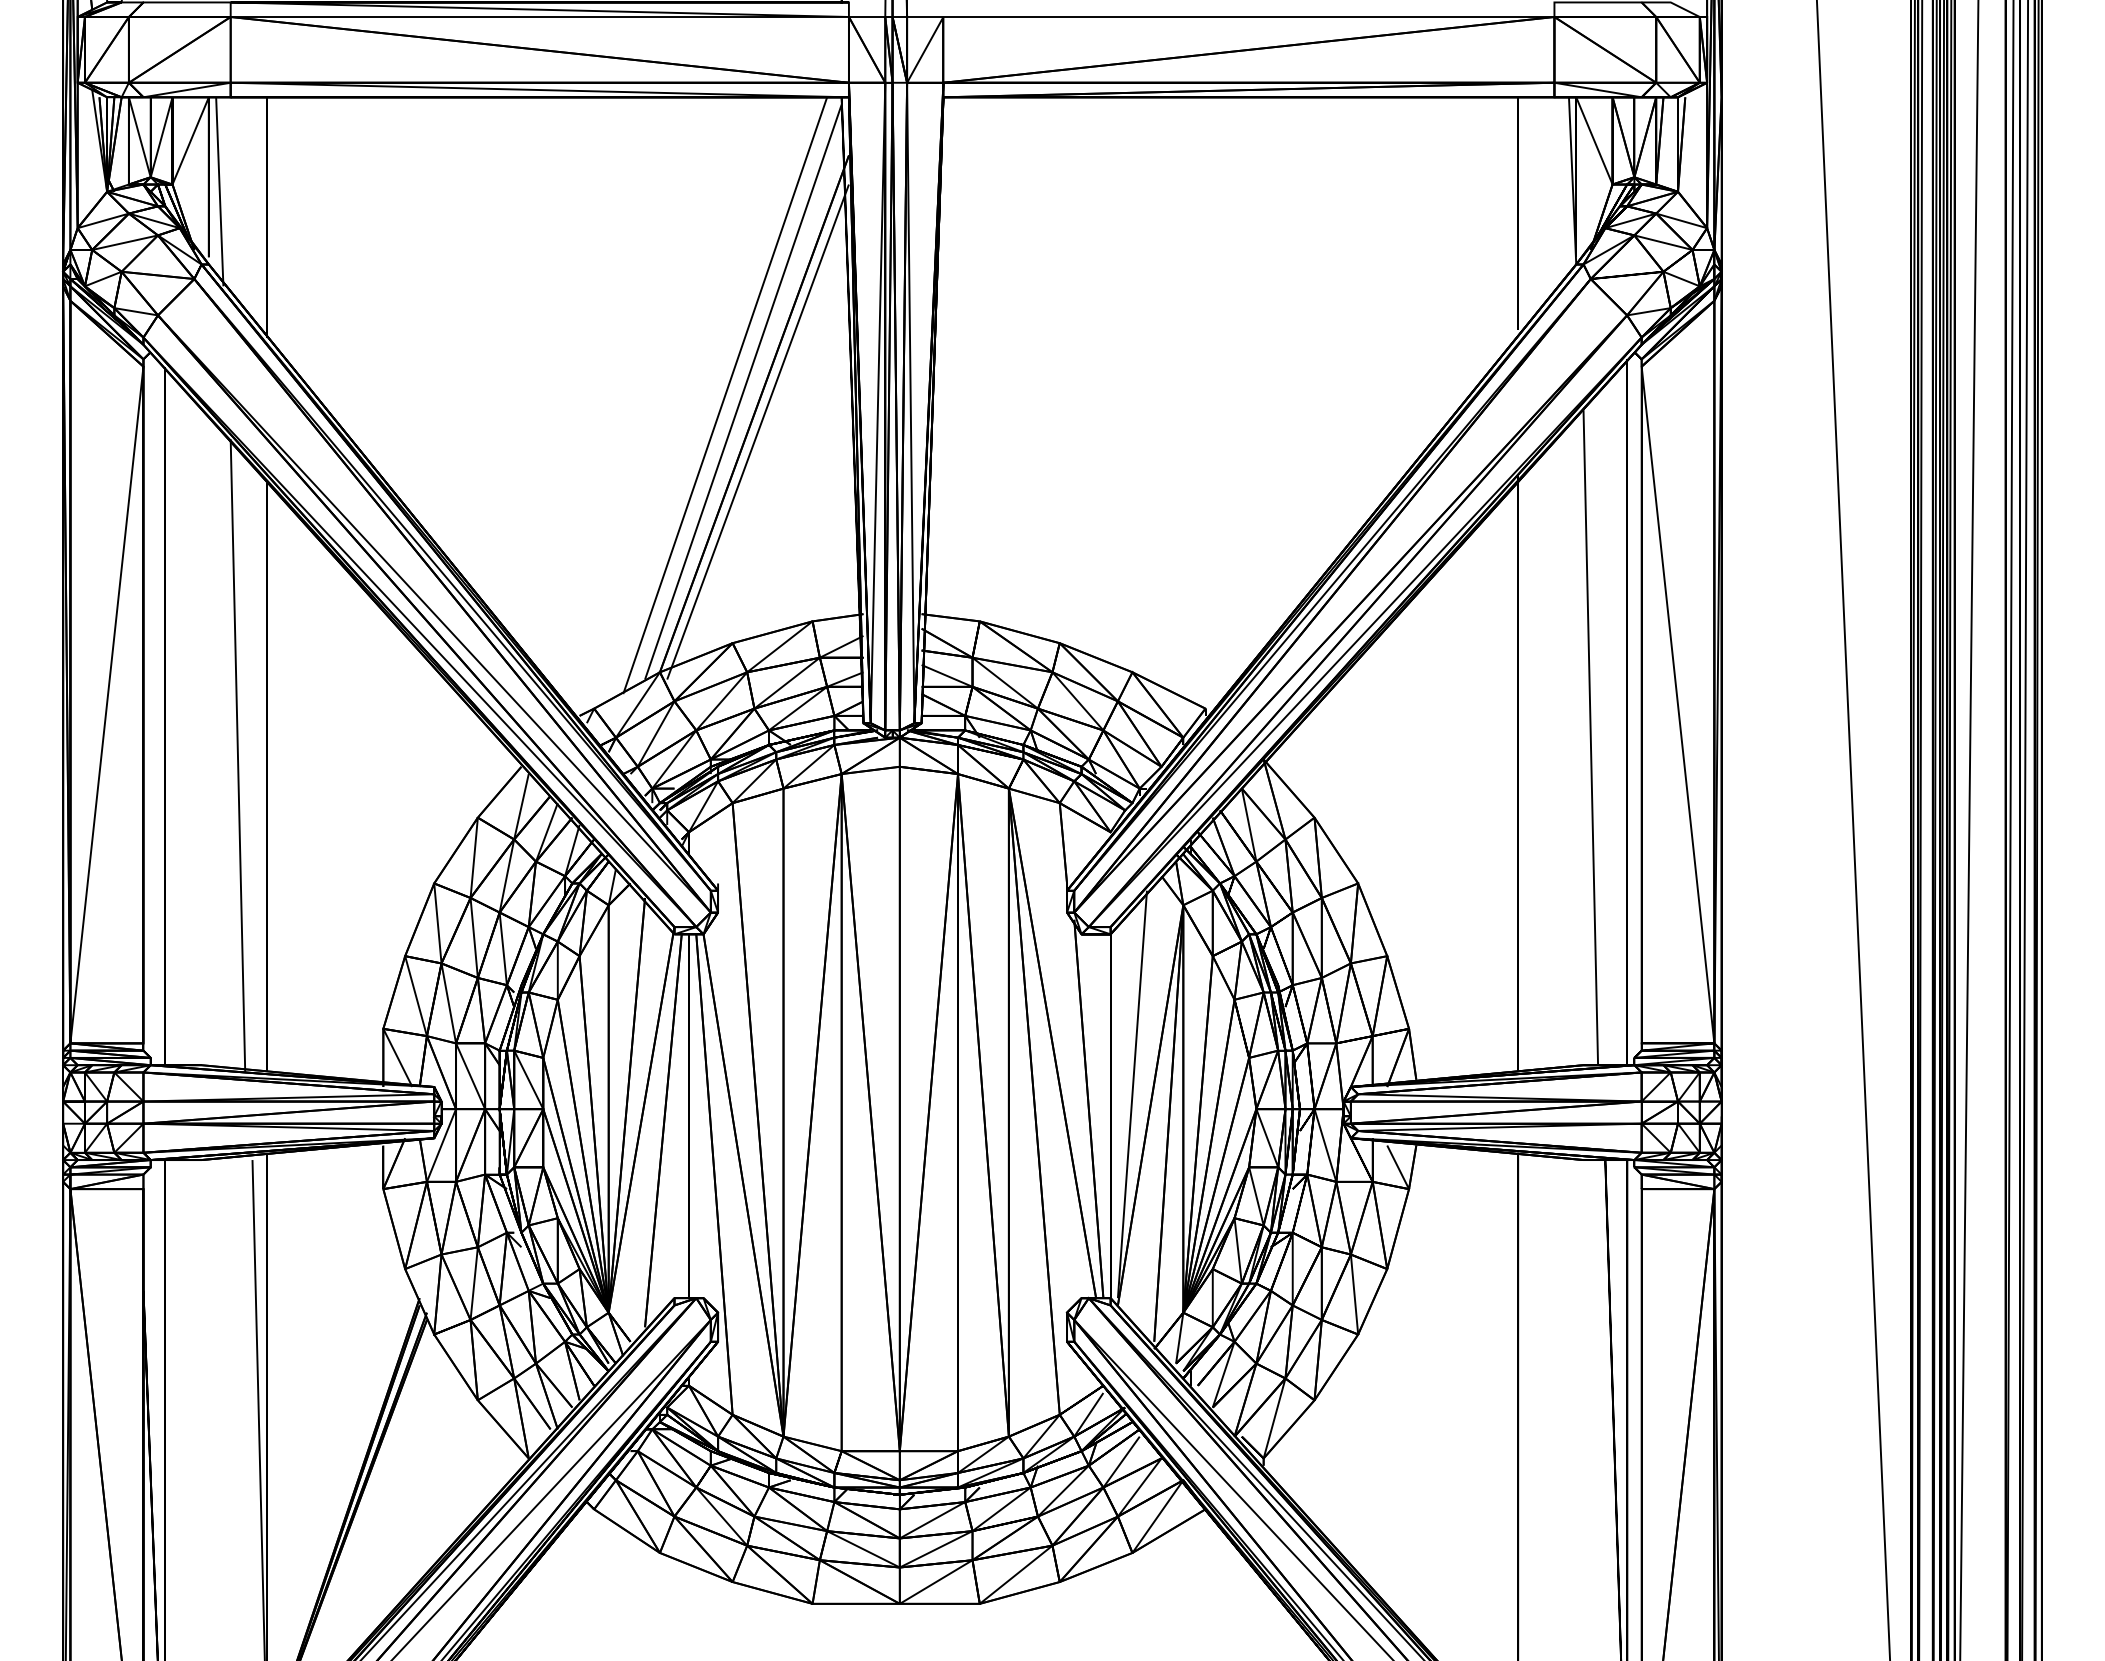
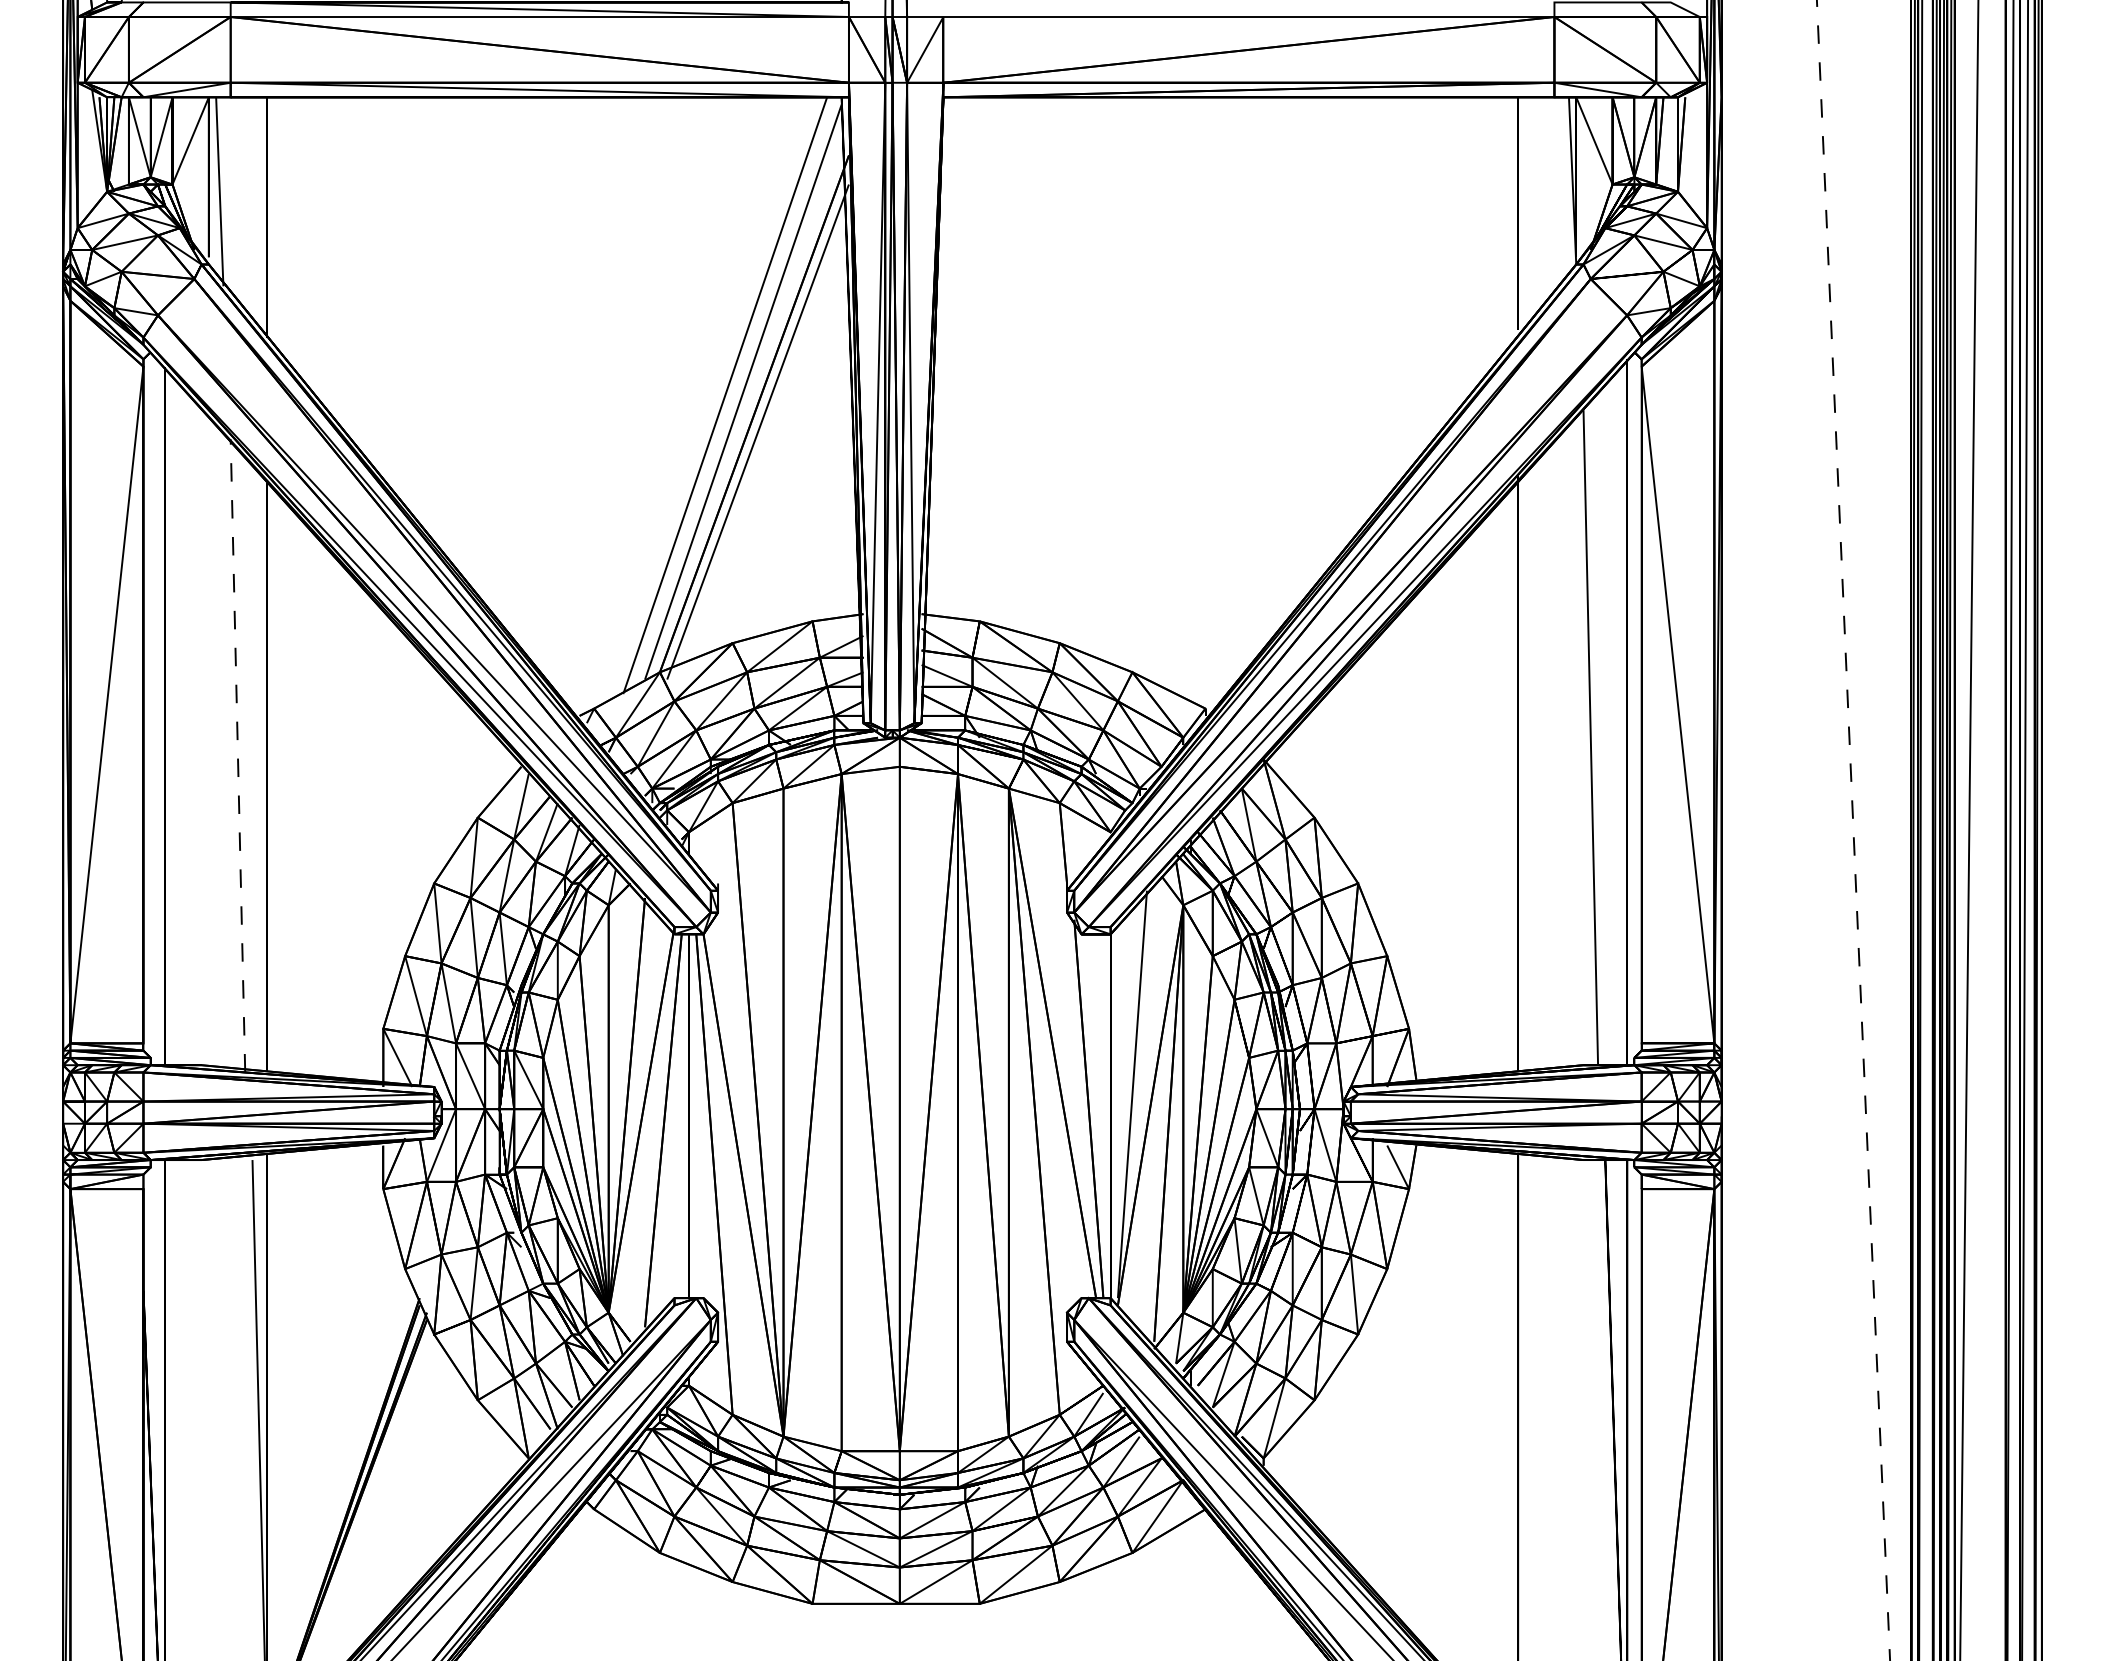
line at (237, 755): solid -> dashed
line at (1853, 830): solid -> dashed
